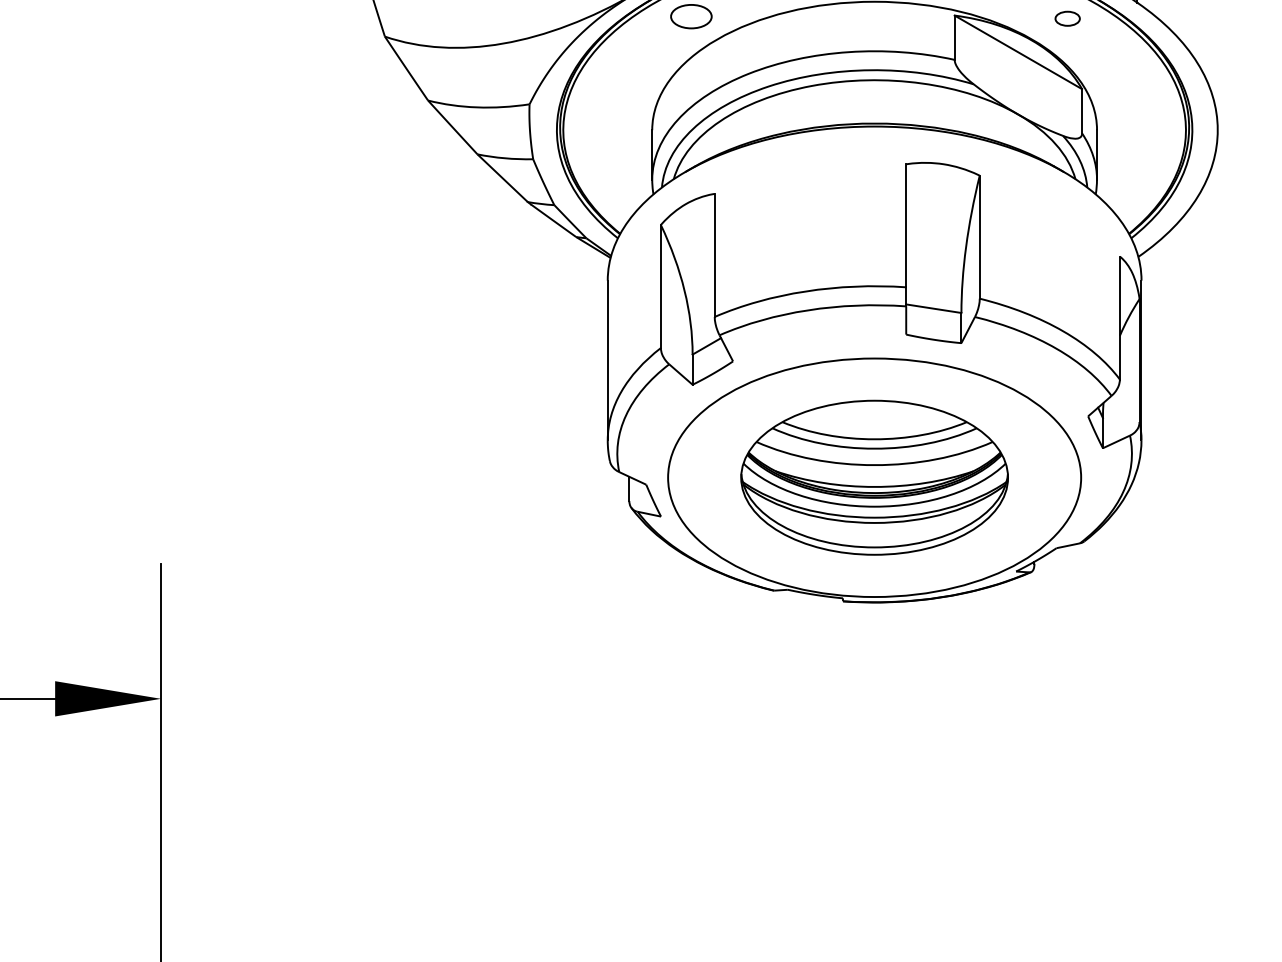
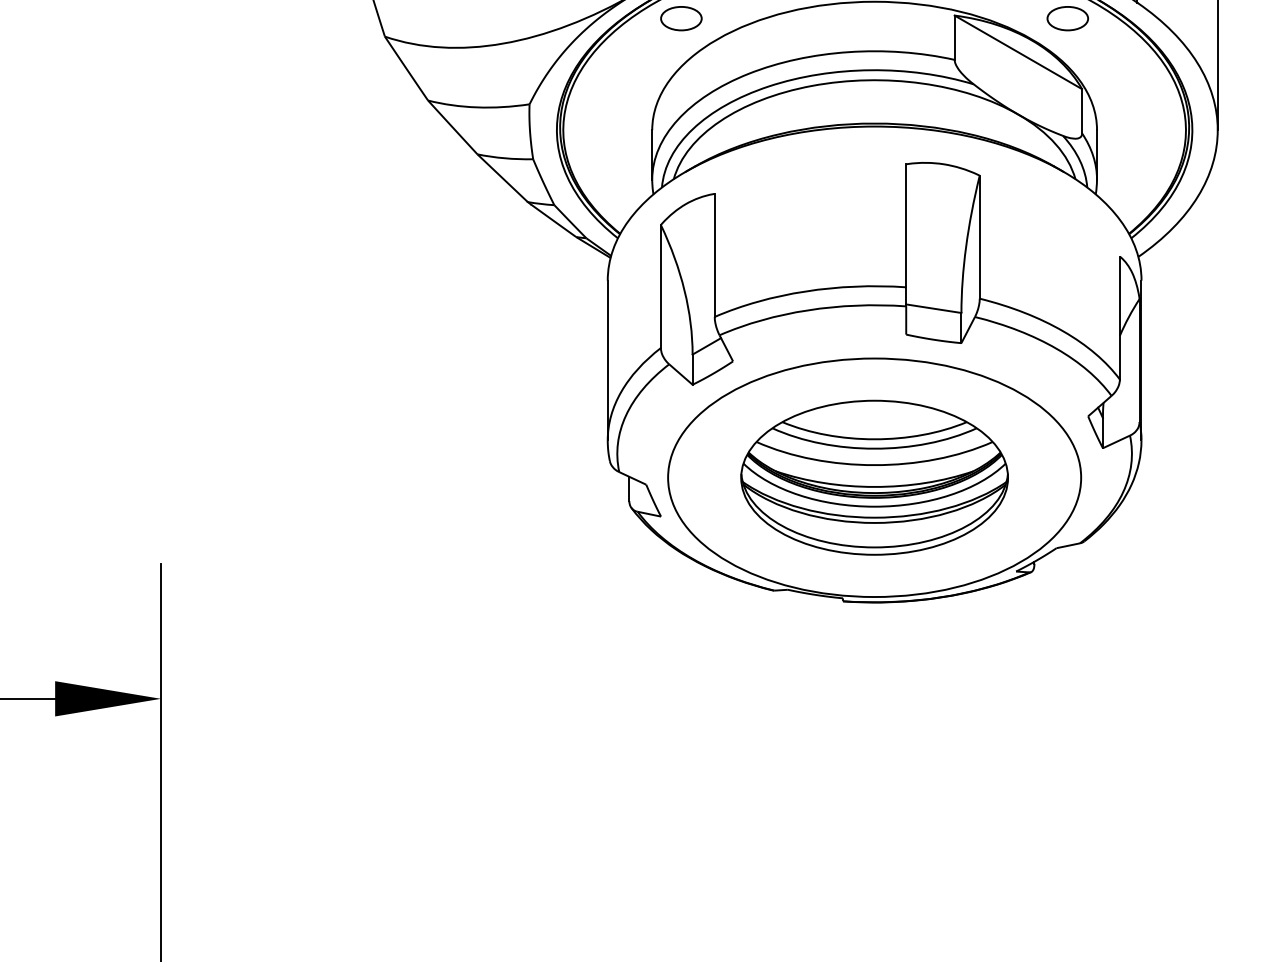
part at (691, 16) position: (691, 16) -> (681, 18)
part at (1067, 18) size: 27x17 px -> 43x26 px
line at (1217, 66): none -> present
